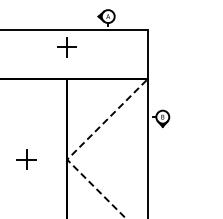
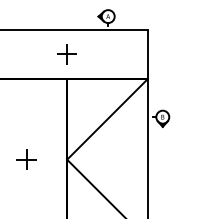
part at (66, 47) position: (66, 47) -> (66, 54)
line at (77, 149): dashed -> solid
